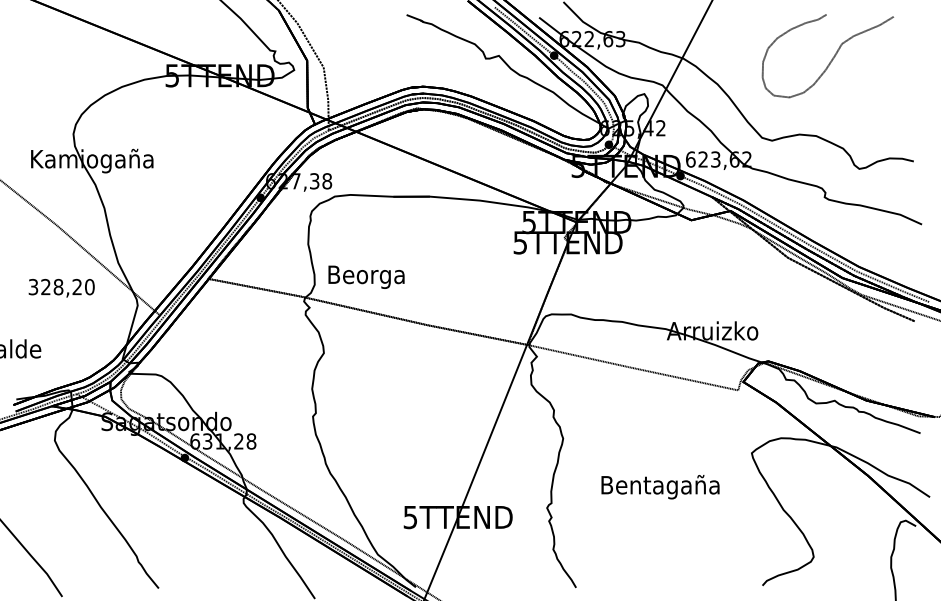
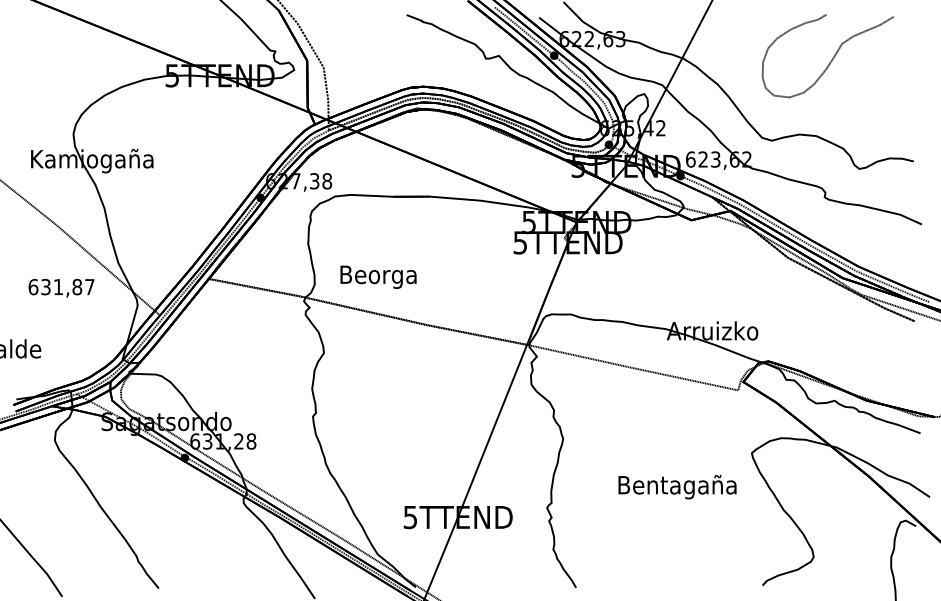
text at (366, 276) position: (366, 276) -> (378, 276)
text at (61, 286): 328,20 -> 631,87
text at (660, 487) position: (660, 487) -> (677, 487)
